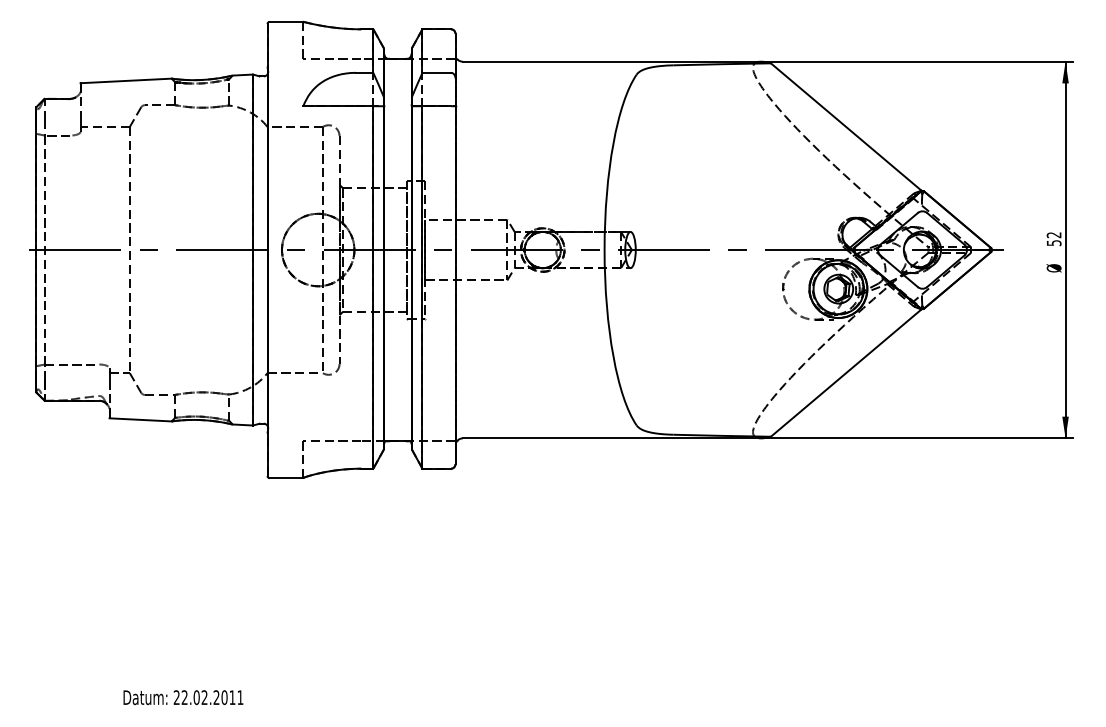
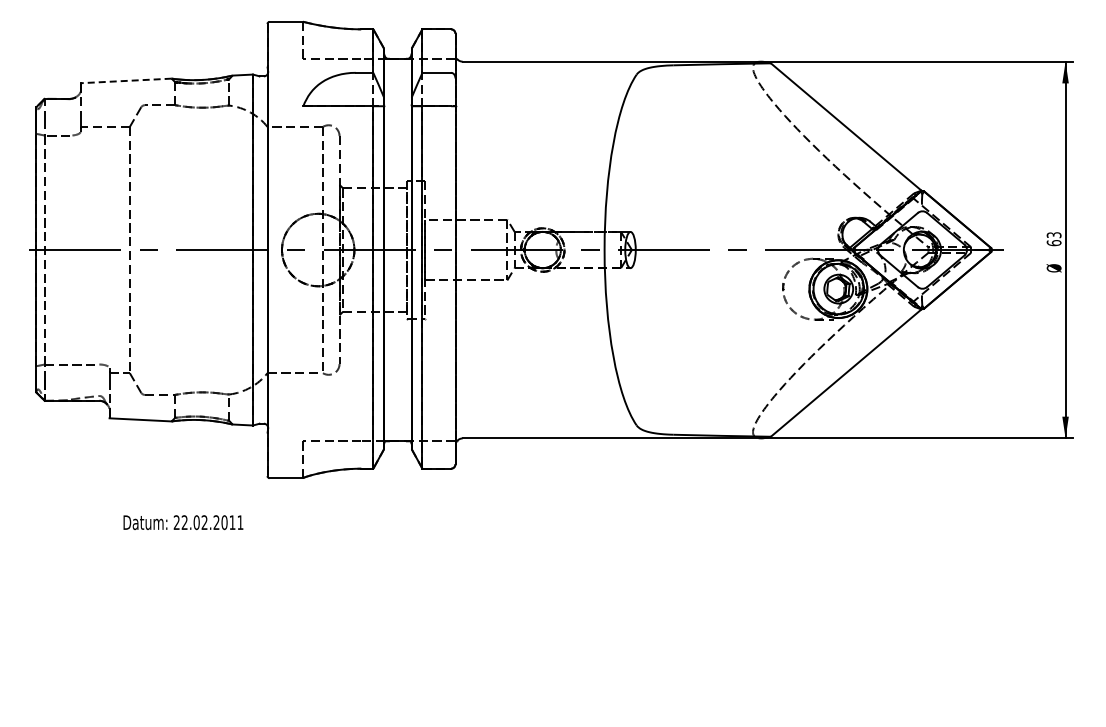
line at (126, 80): solid -> dashed
text at (1053, 239): 52 -> 63
text at (183, 697) position: (183, 697) -> (183, 522)
